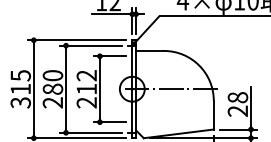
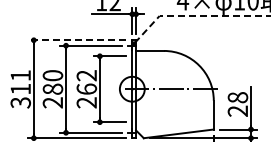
line at (196, 16): solid -> dashed
line at (76, 40): solid -> dashed
text at (20, 75): 315 -> 311
text at (86, 88): 212 -> 262
